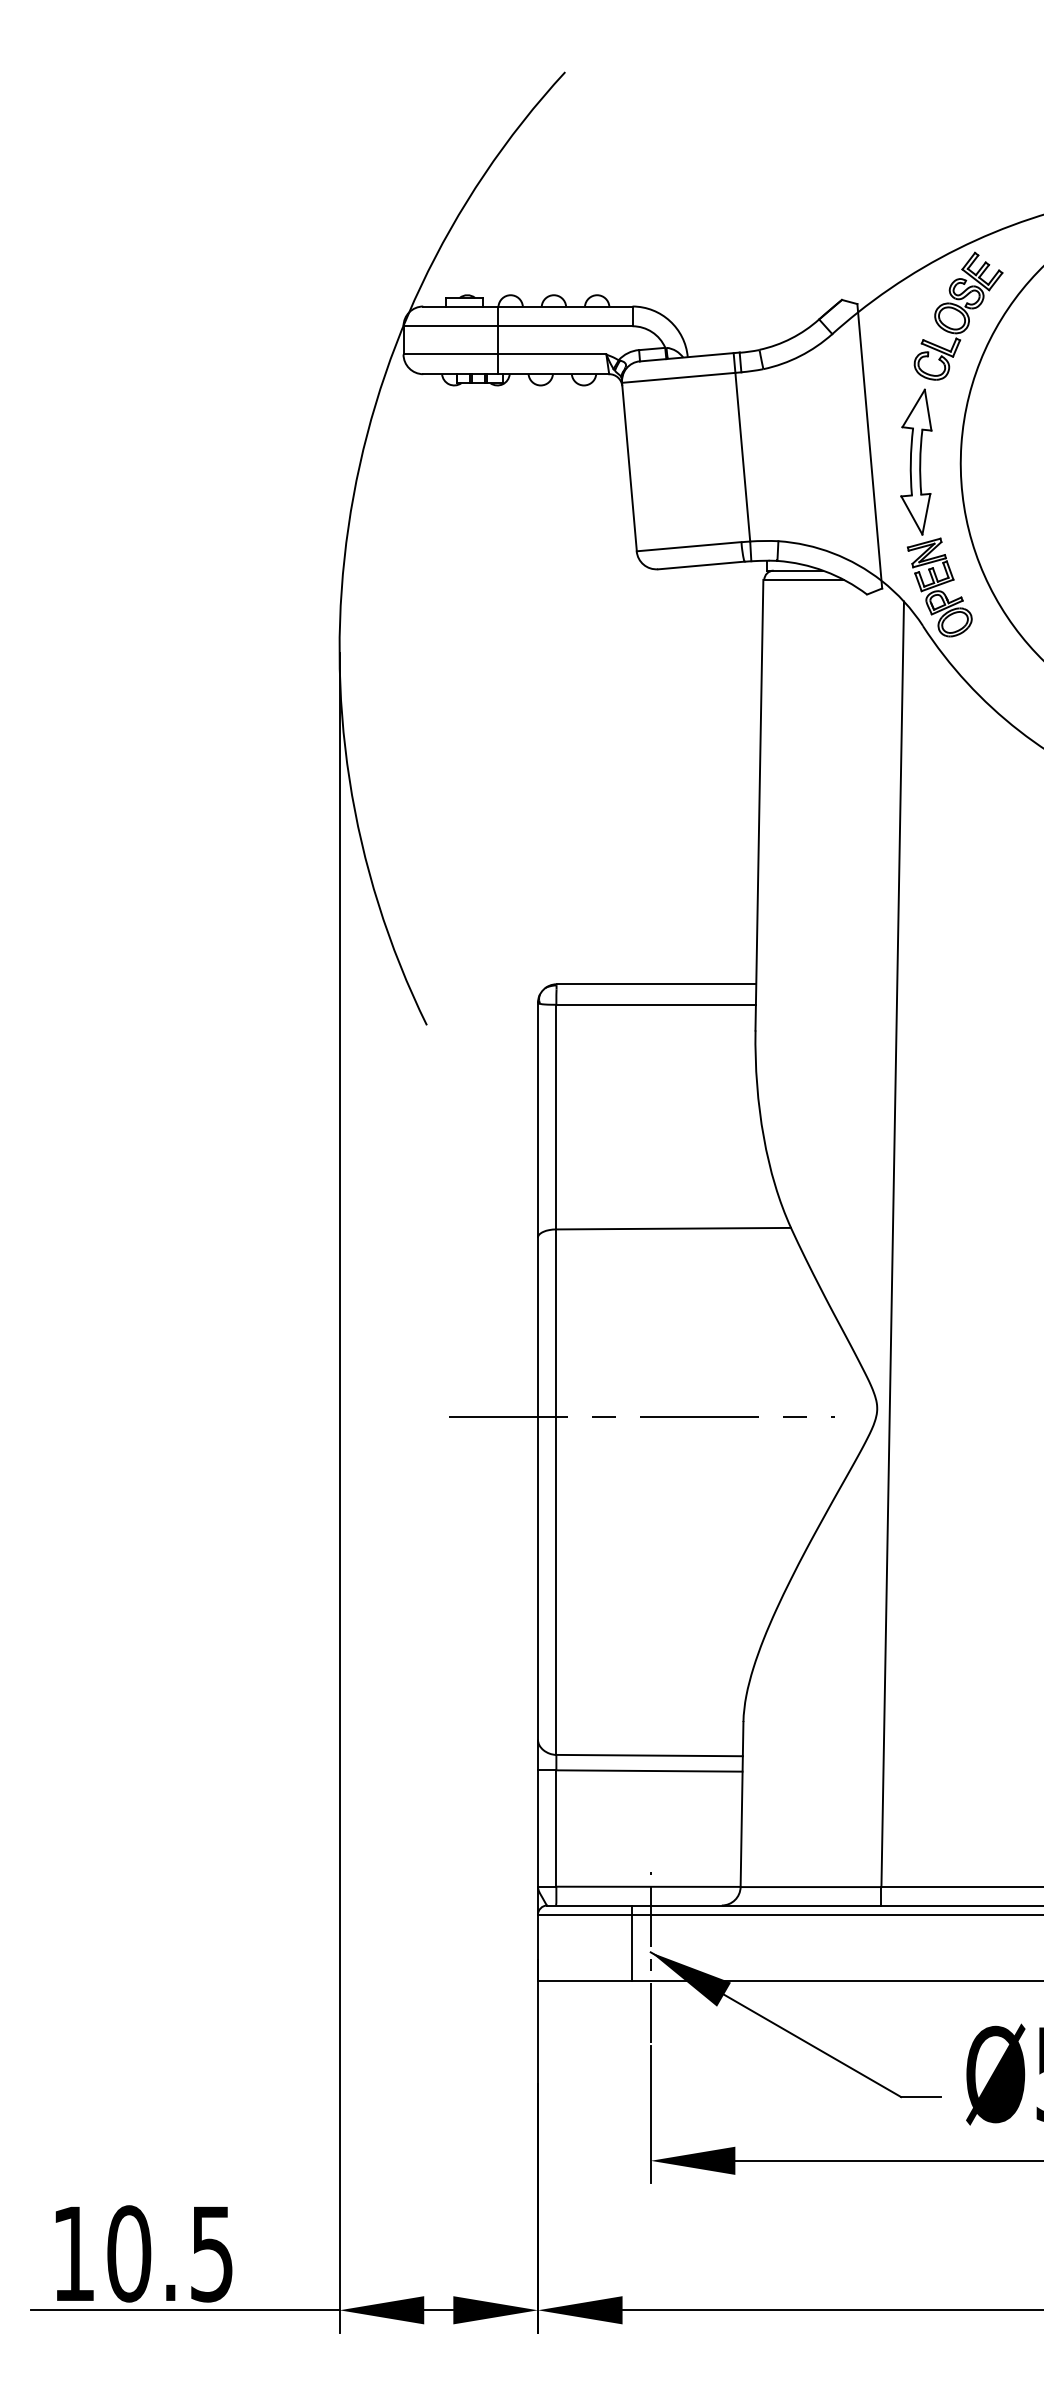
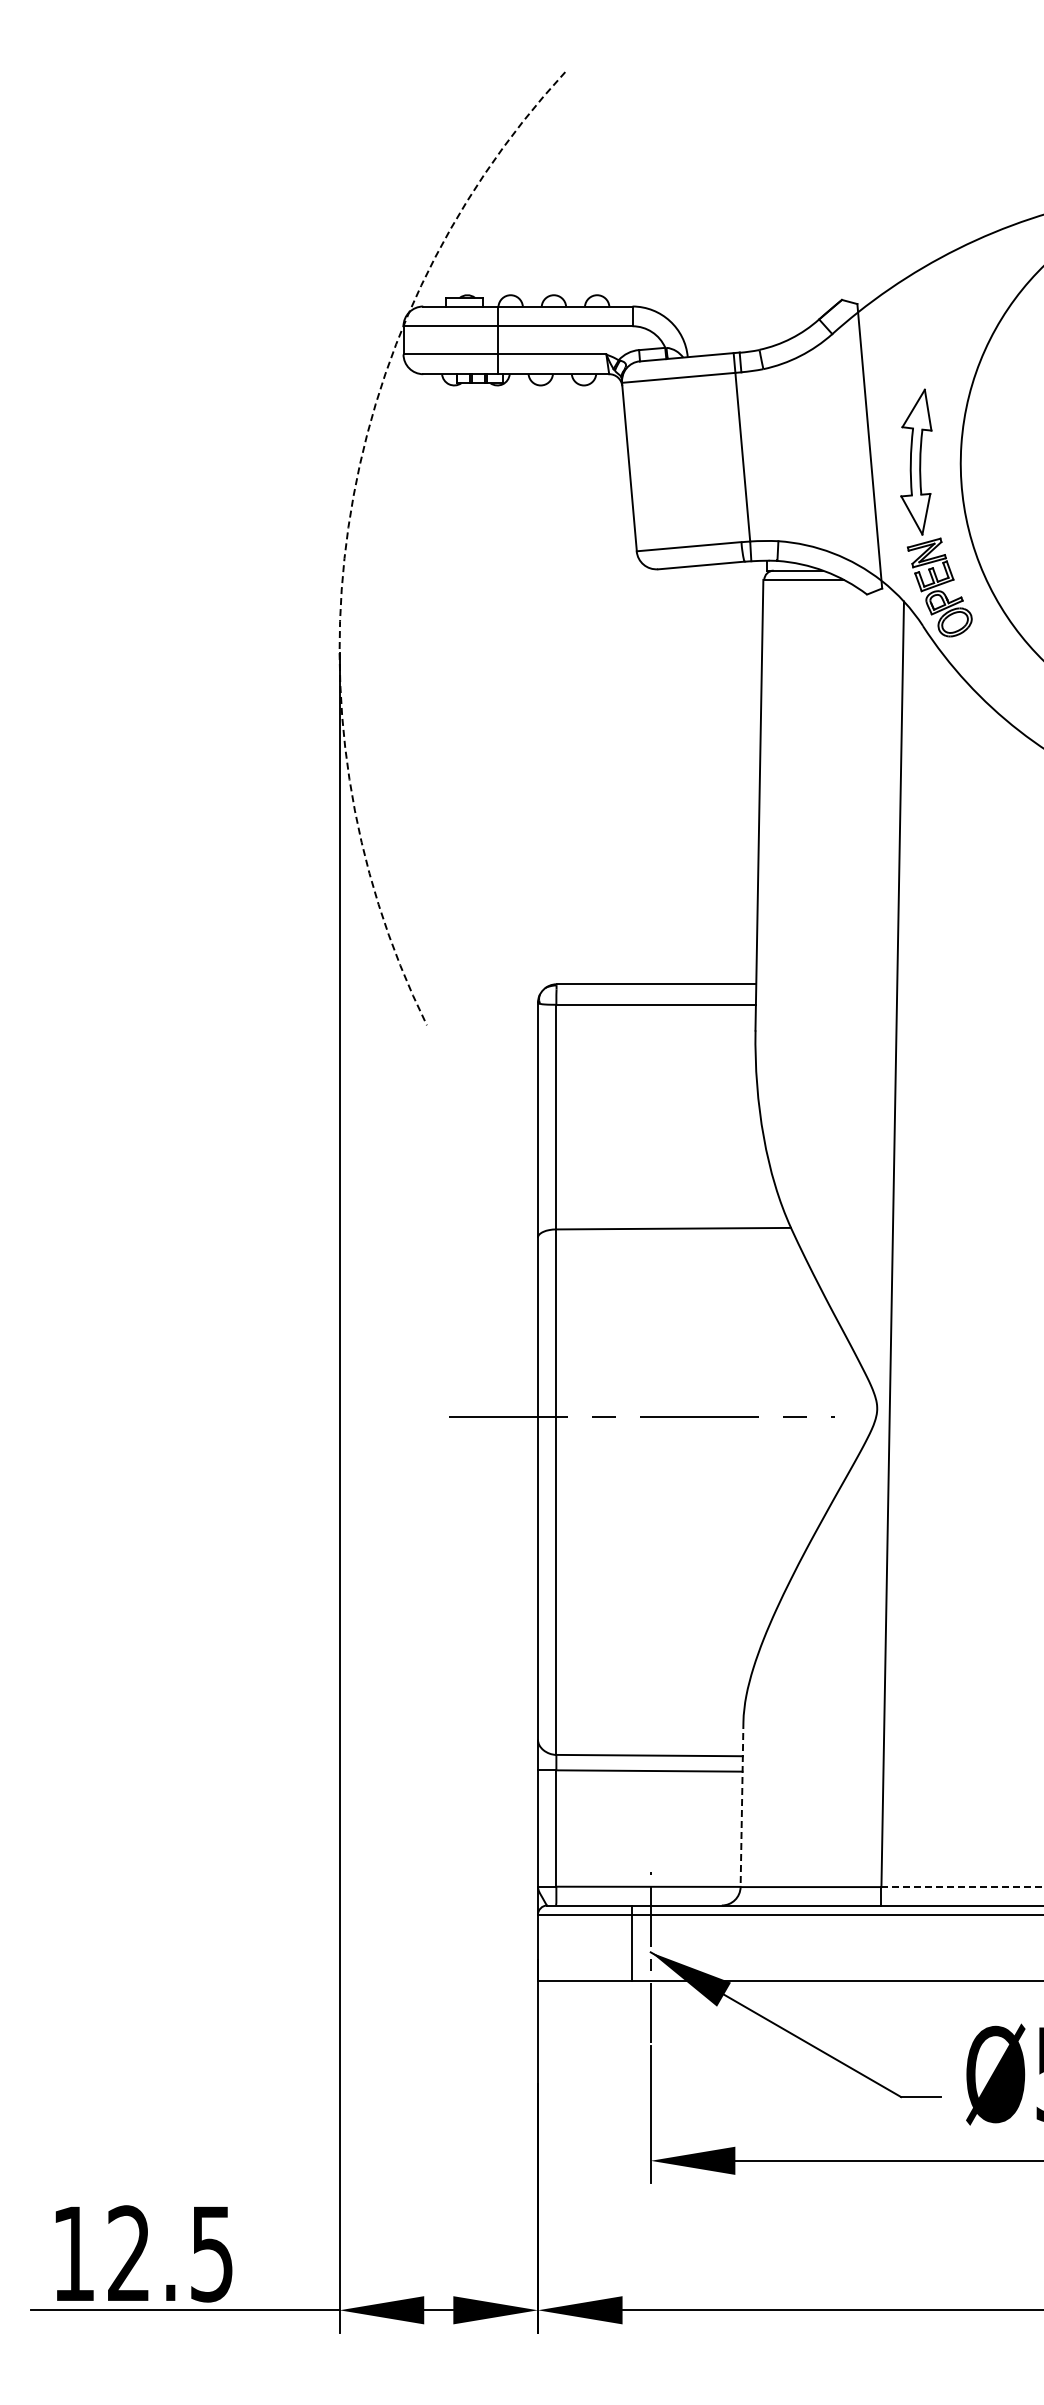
part at (958, 315): present -> none
arc at (348, 527): solid -> dashed
line at (742, 1804): solid -> dashed
line at (962, 1887): solid -> dashed
text at (129, 2253): 10.5 -> 12.5
